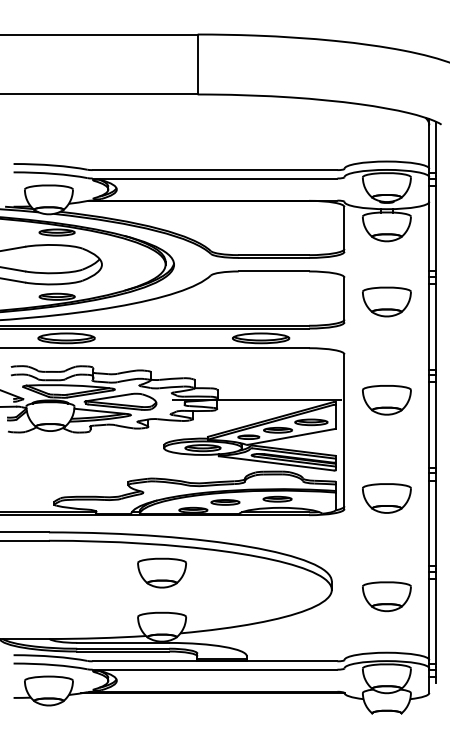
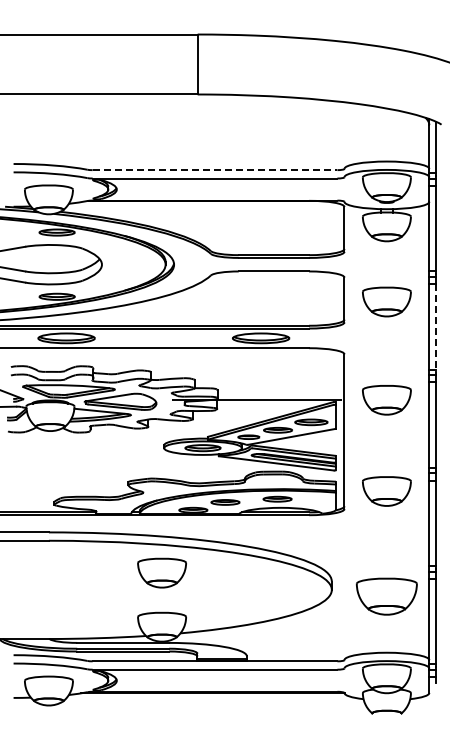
line at (215, 170): solid -> dashed
line at (436, 328): solid -> dashed
part at (386, 498) position: (386, 498) -> (386, 491)
part at (386, 596) size: 50x32 px -> 62x39 px
